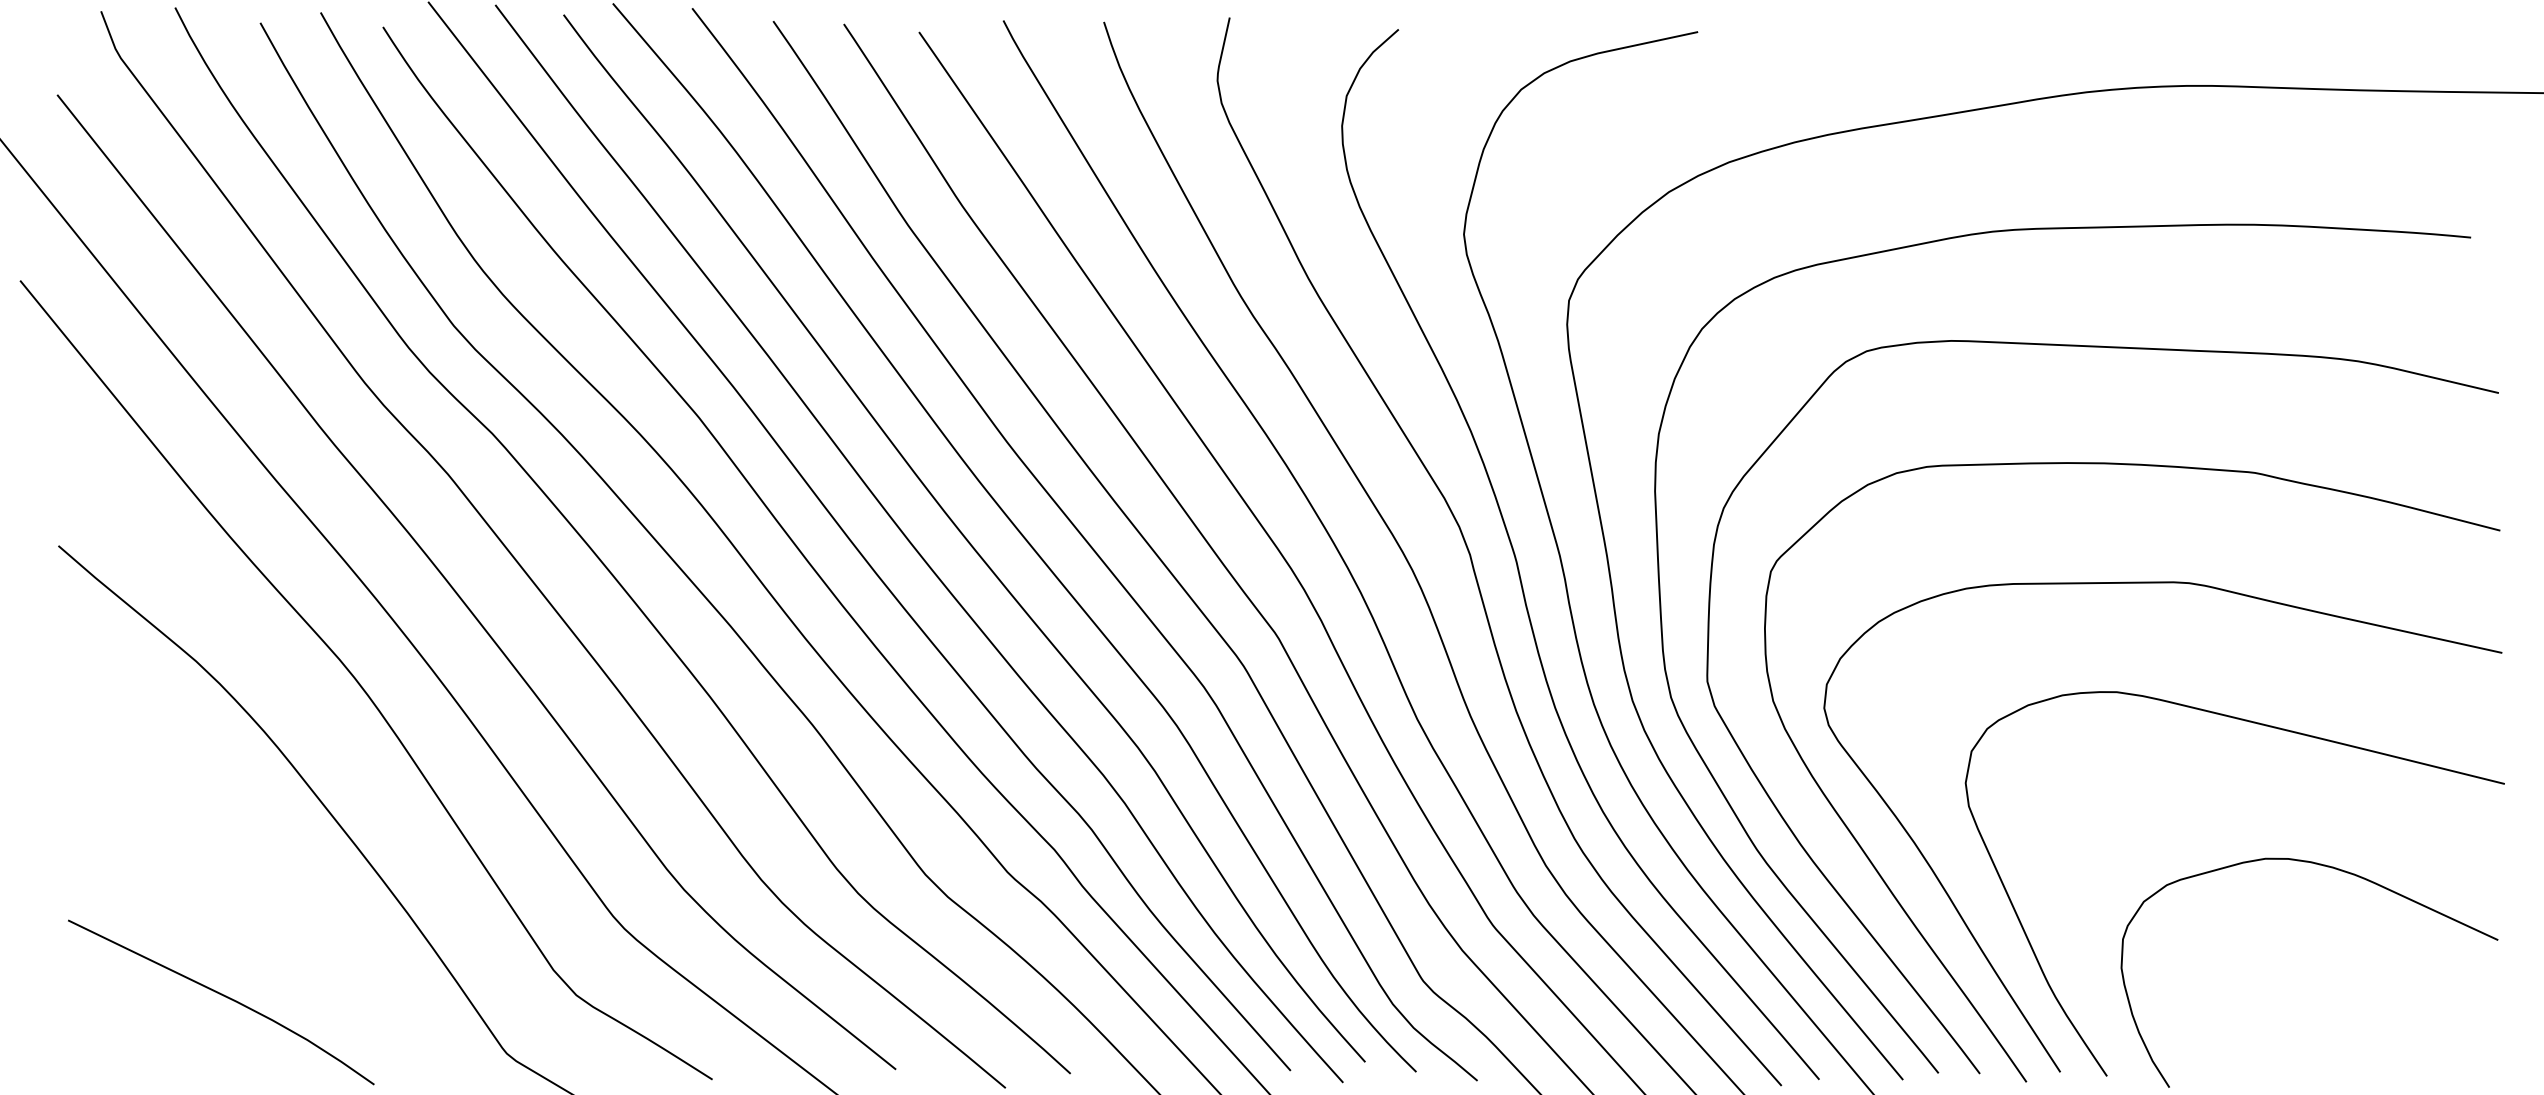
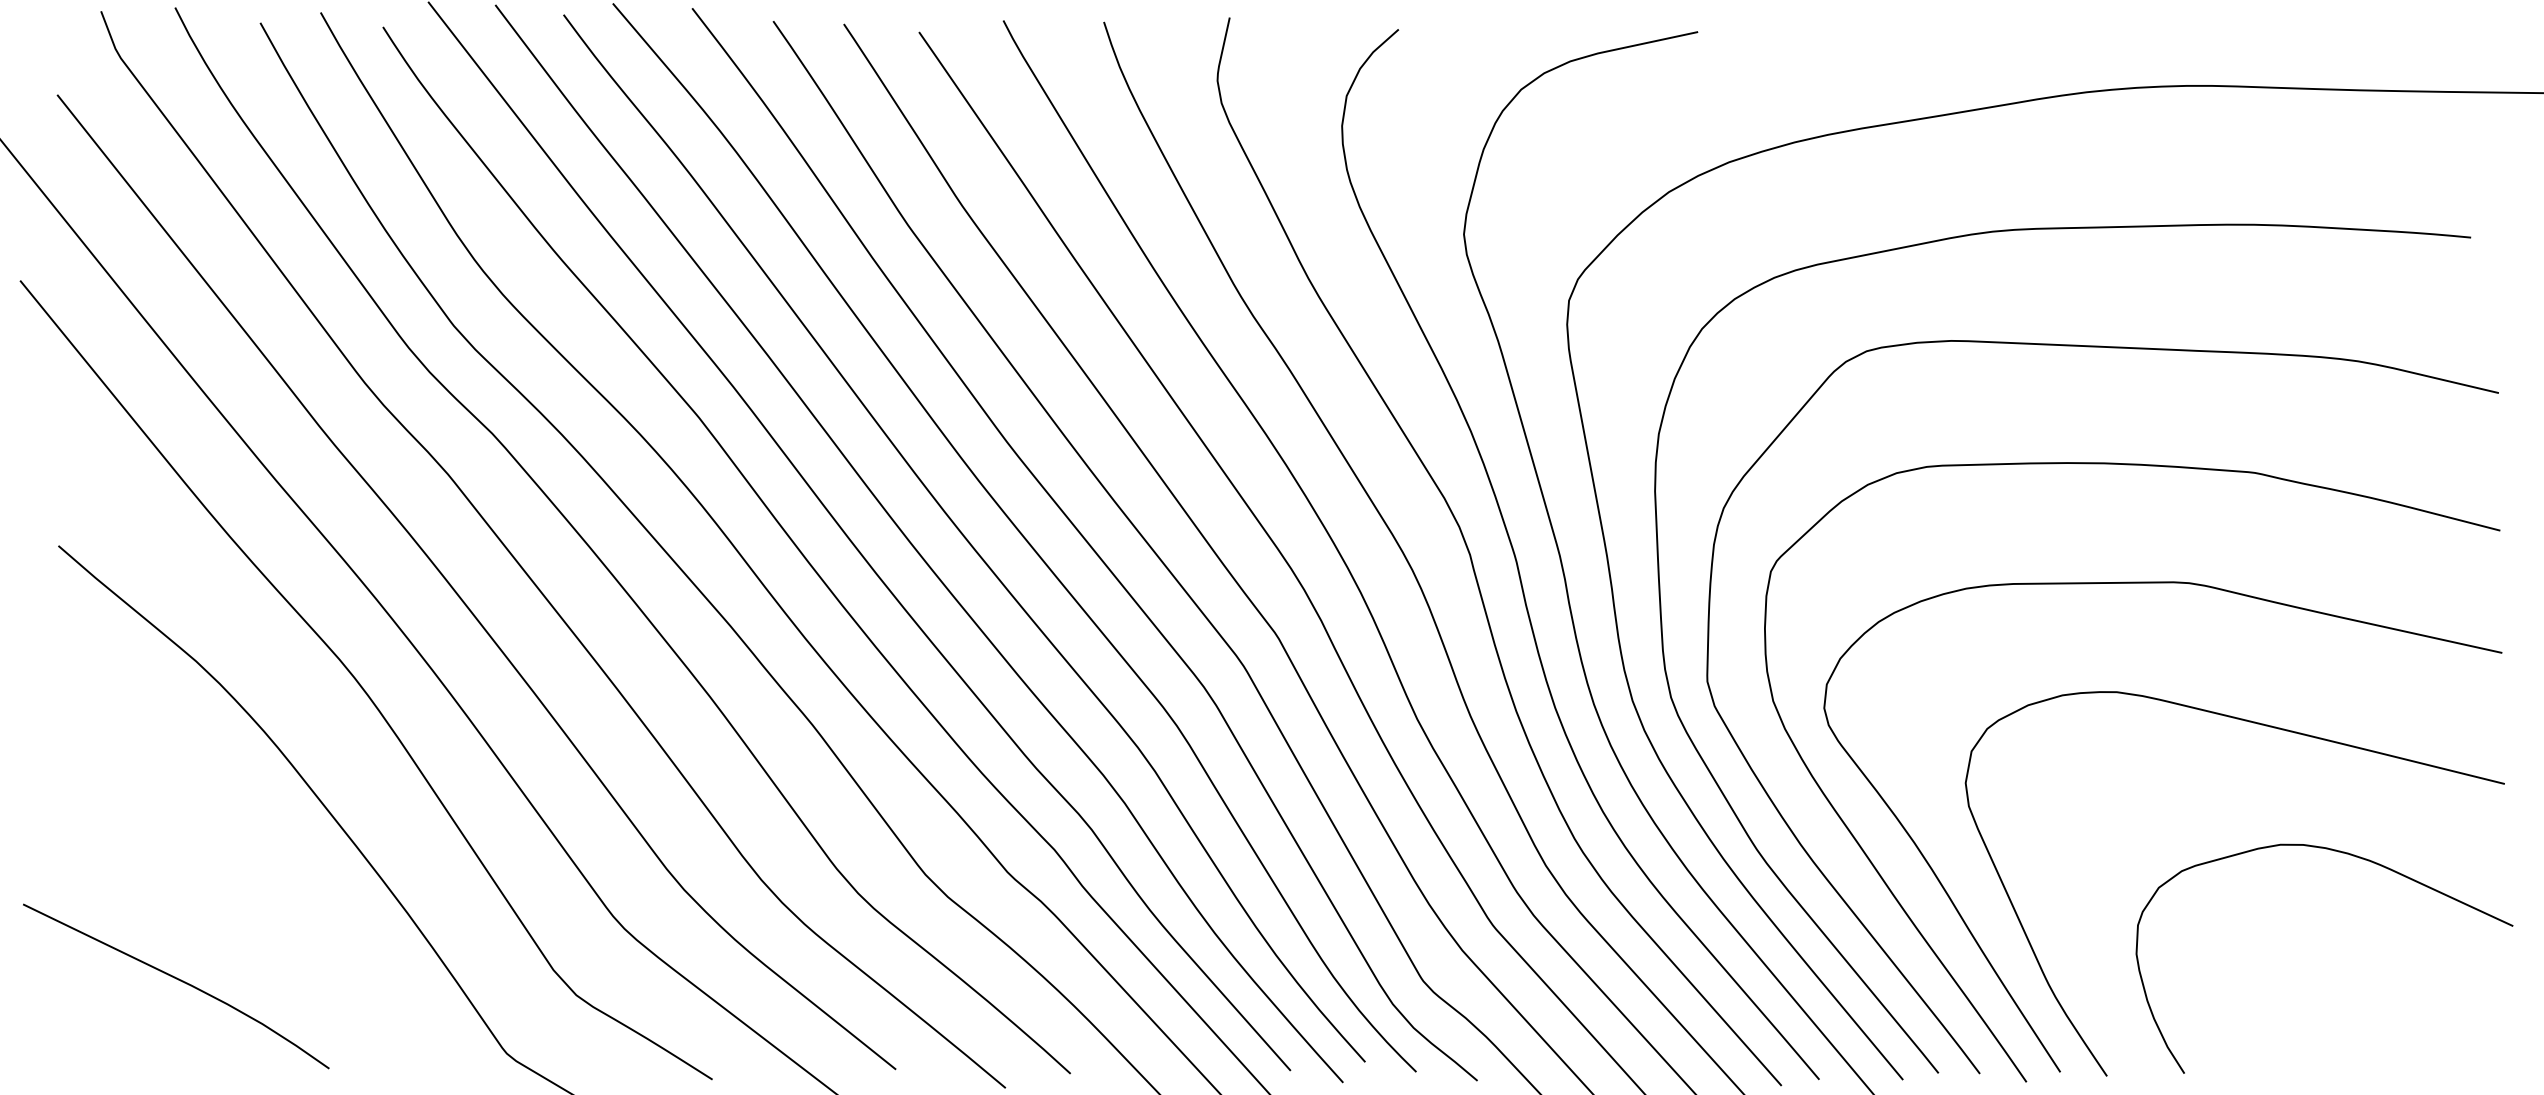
curve at (2341, 871) position: (2341, 871) -> (2356, 857)
curve at (223, 996) position: (223, 996) -> (178, 980)
